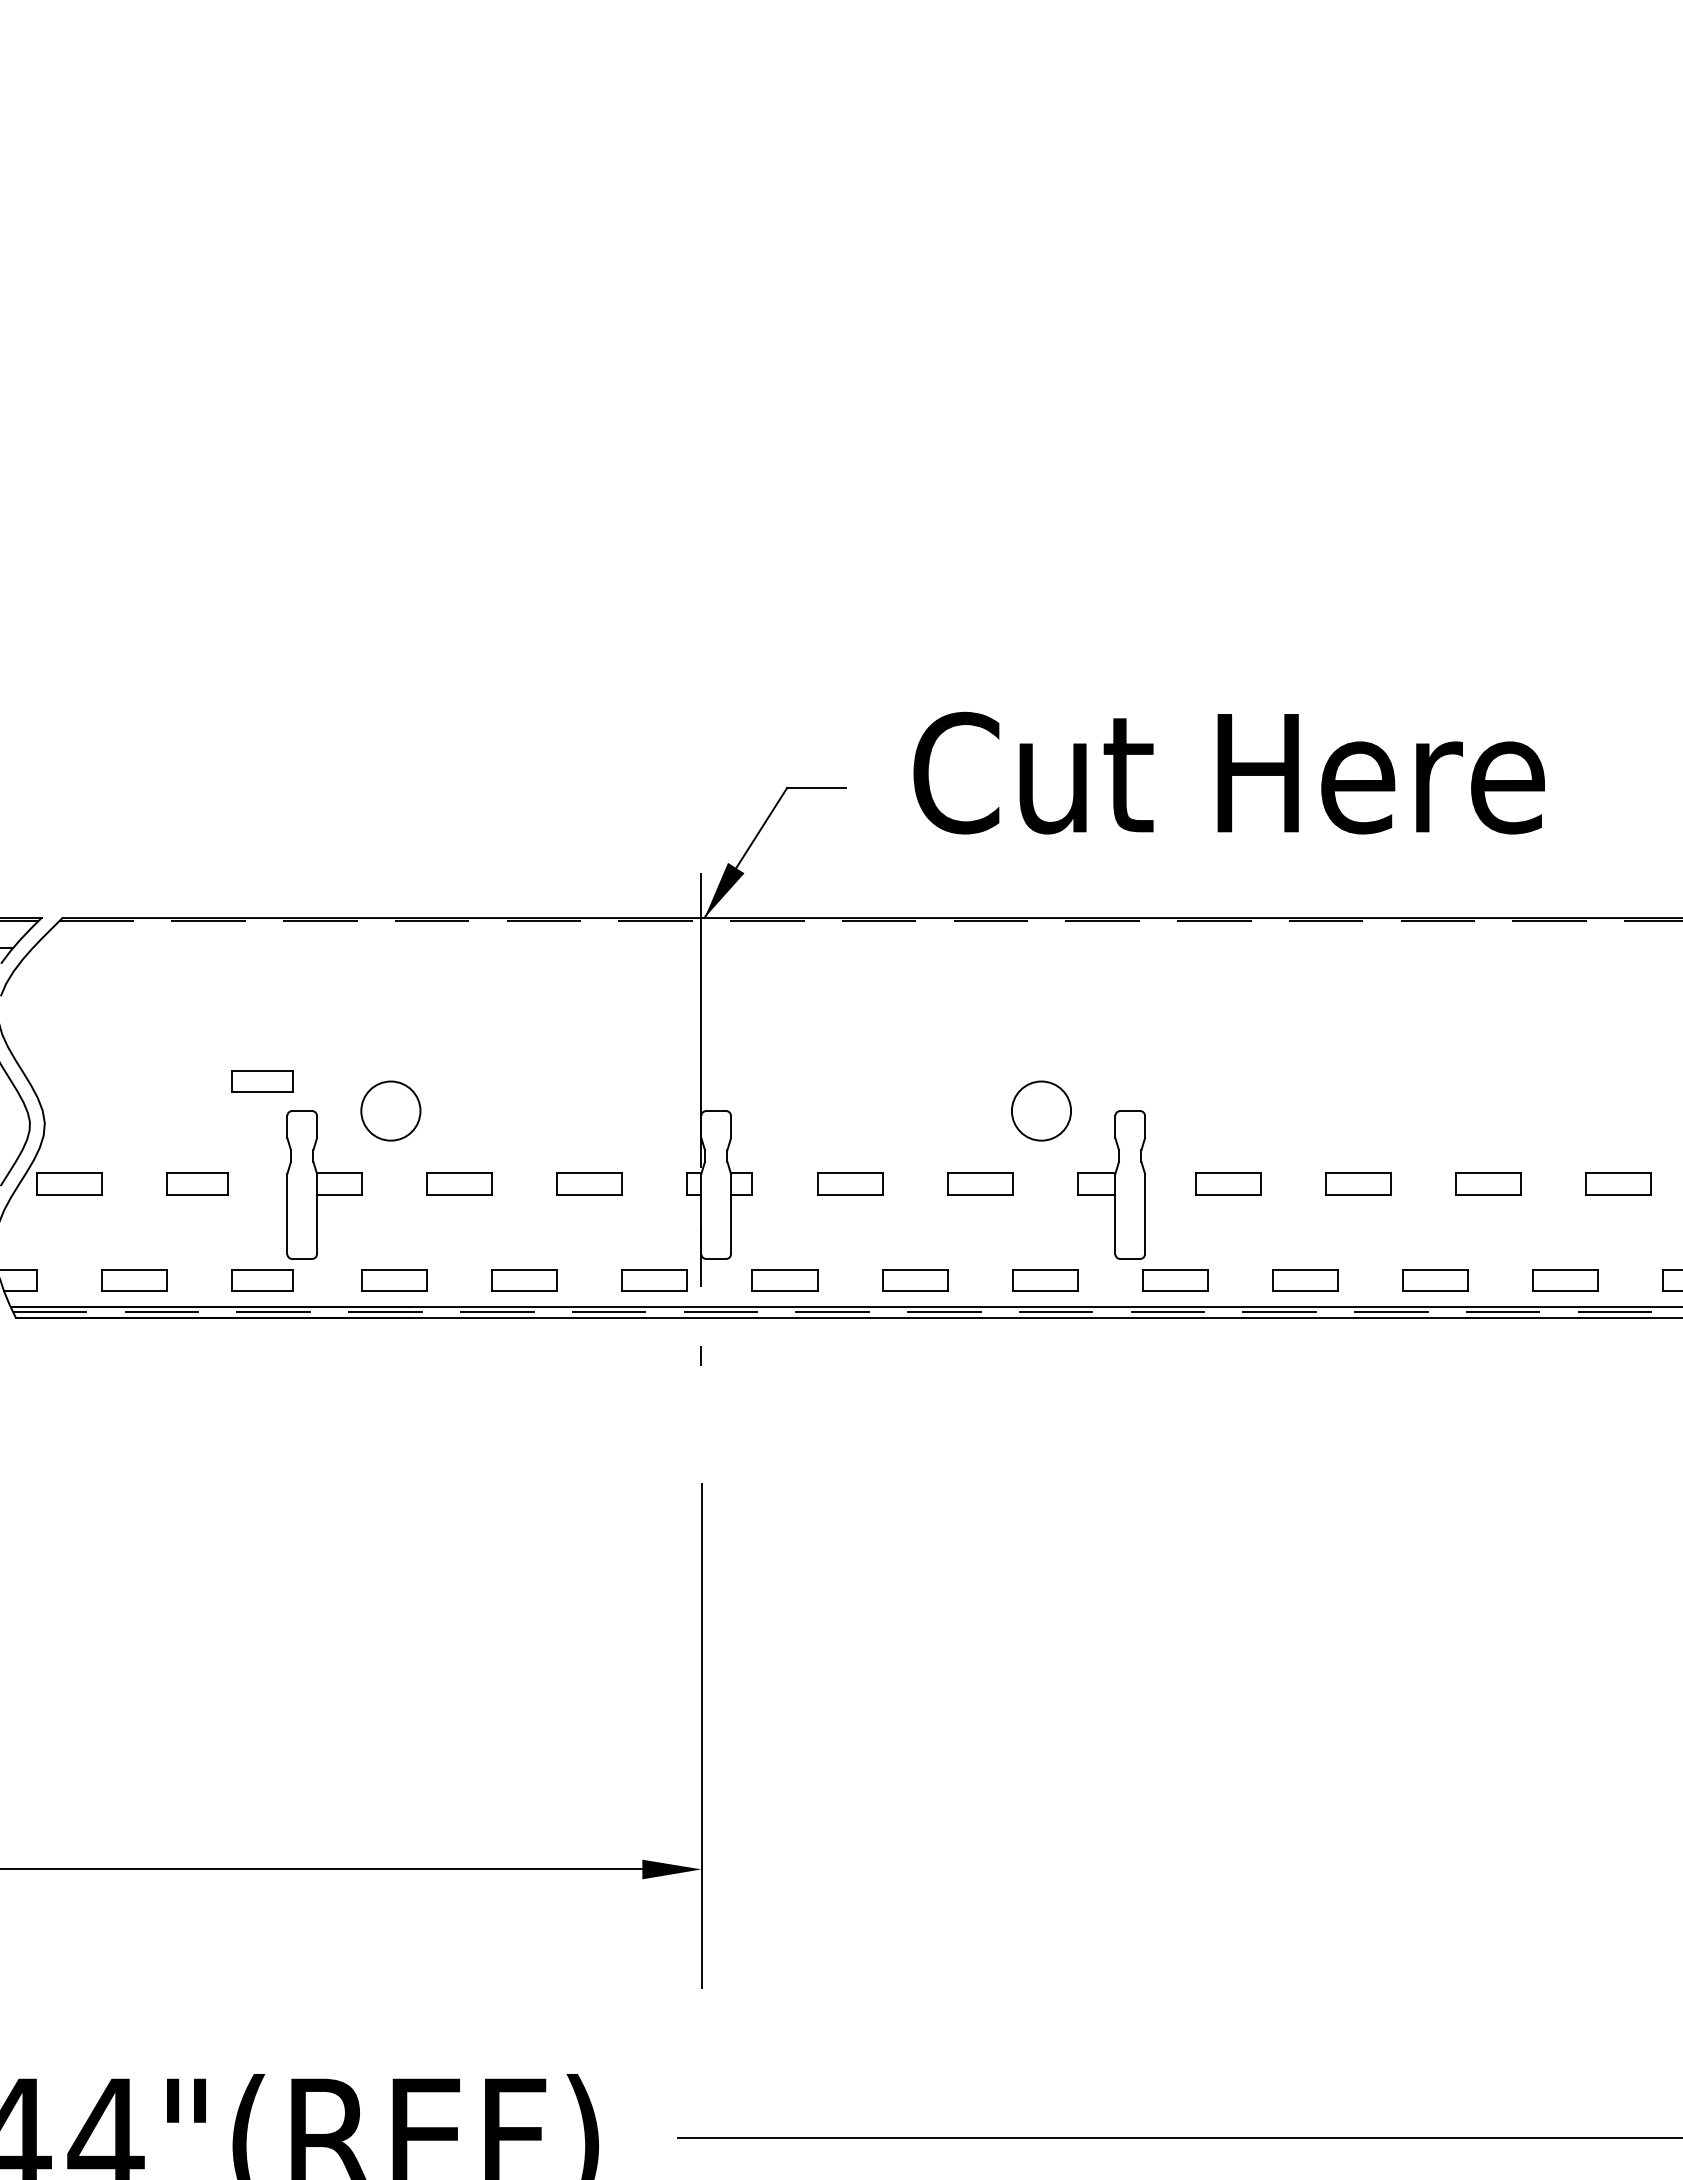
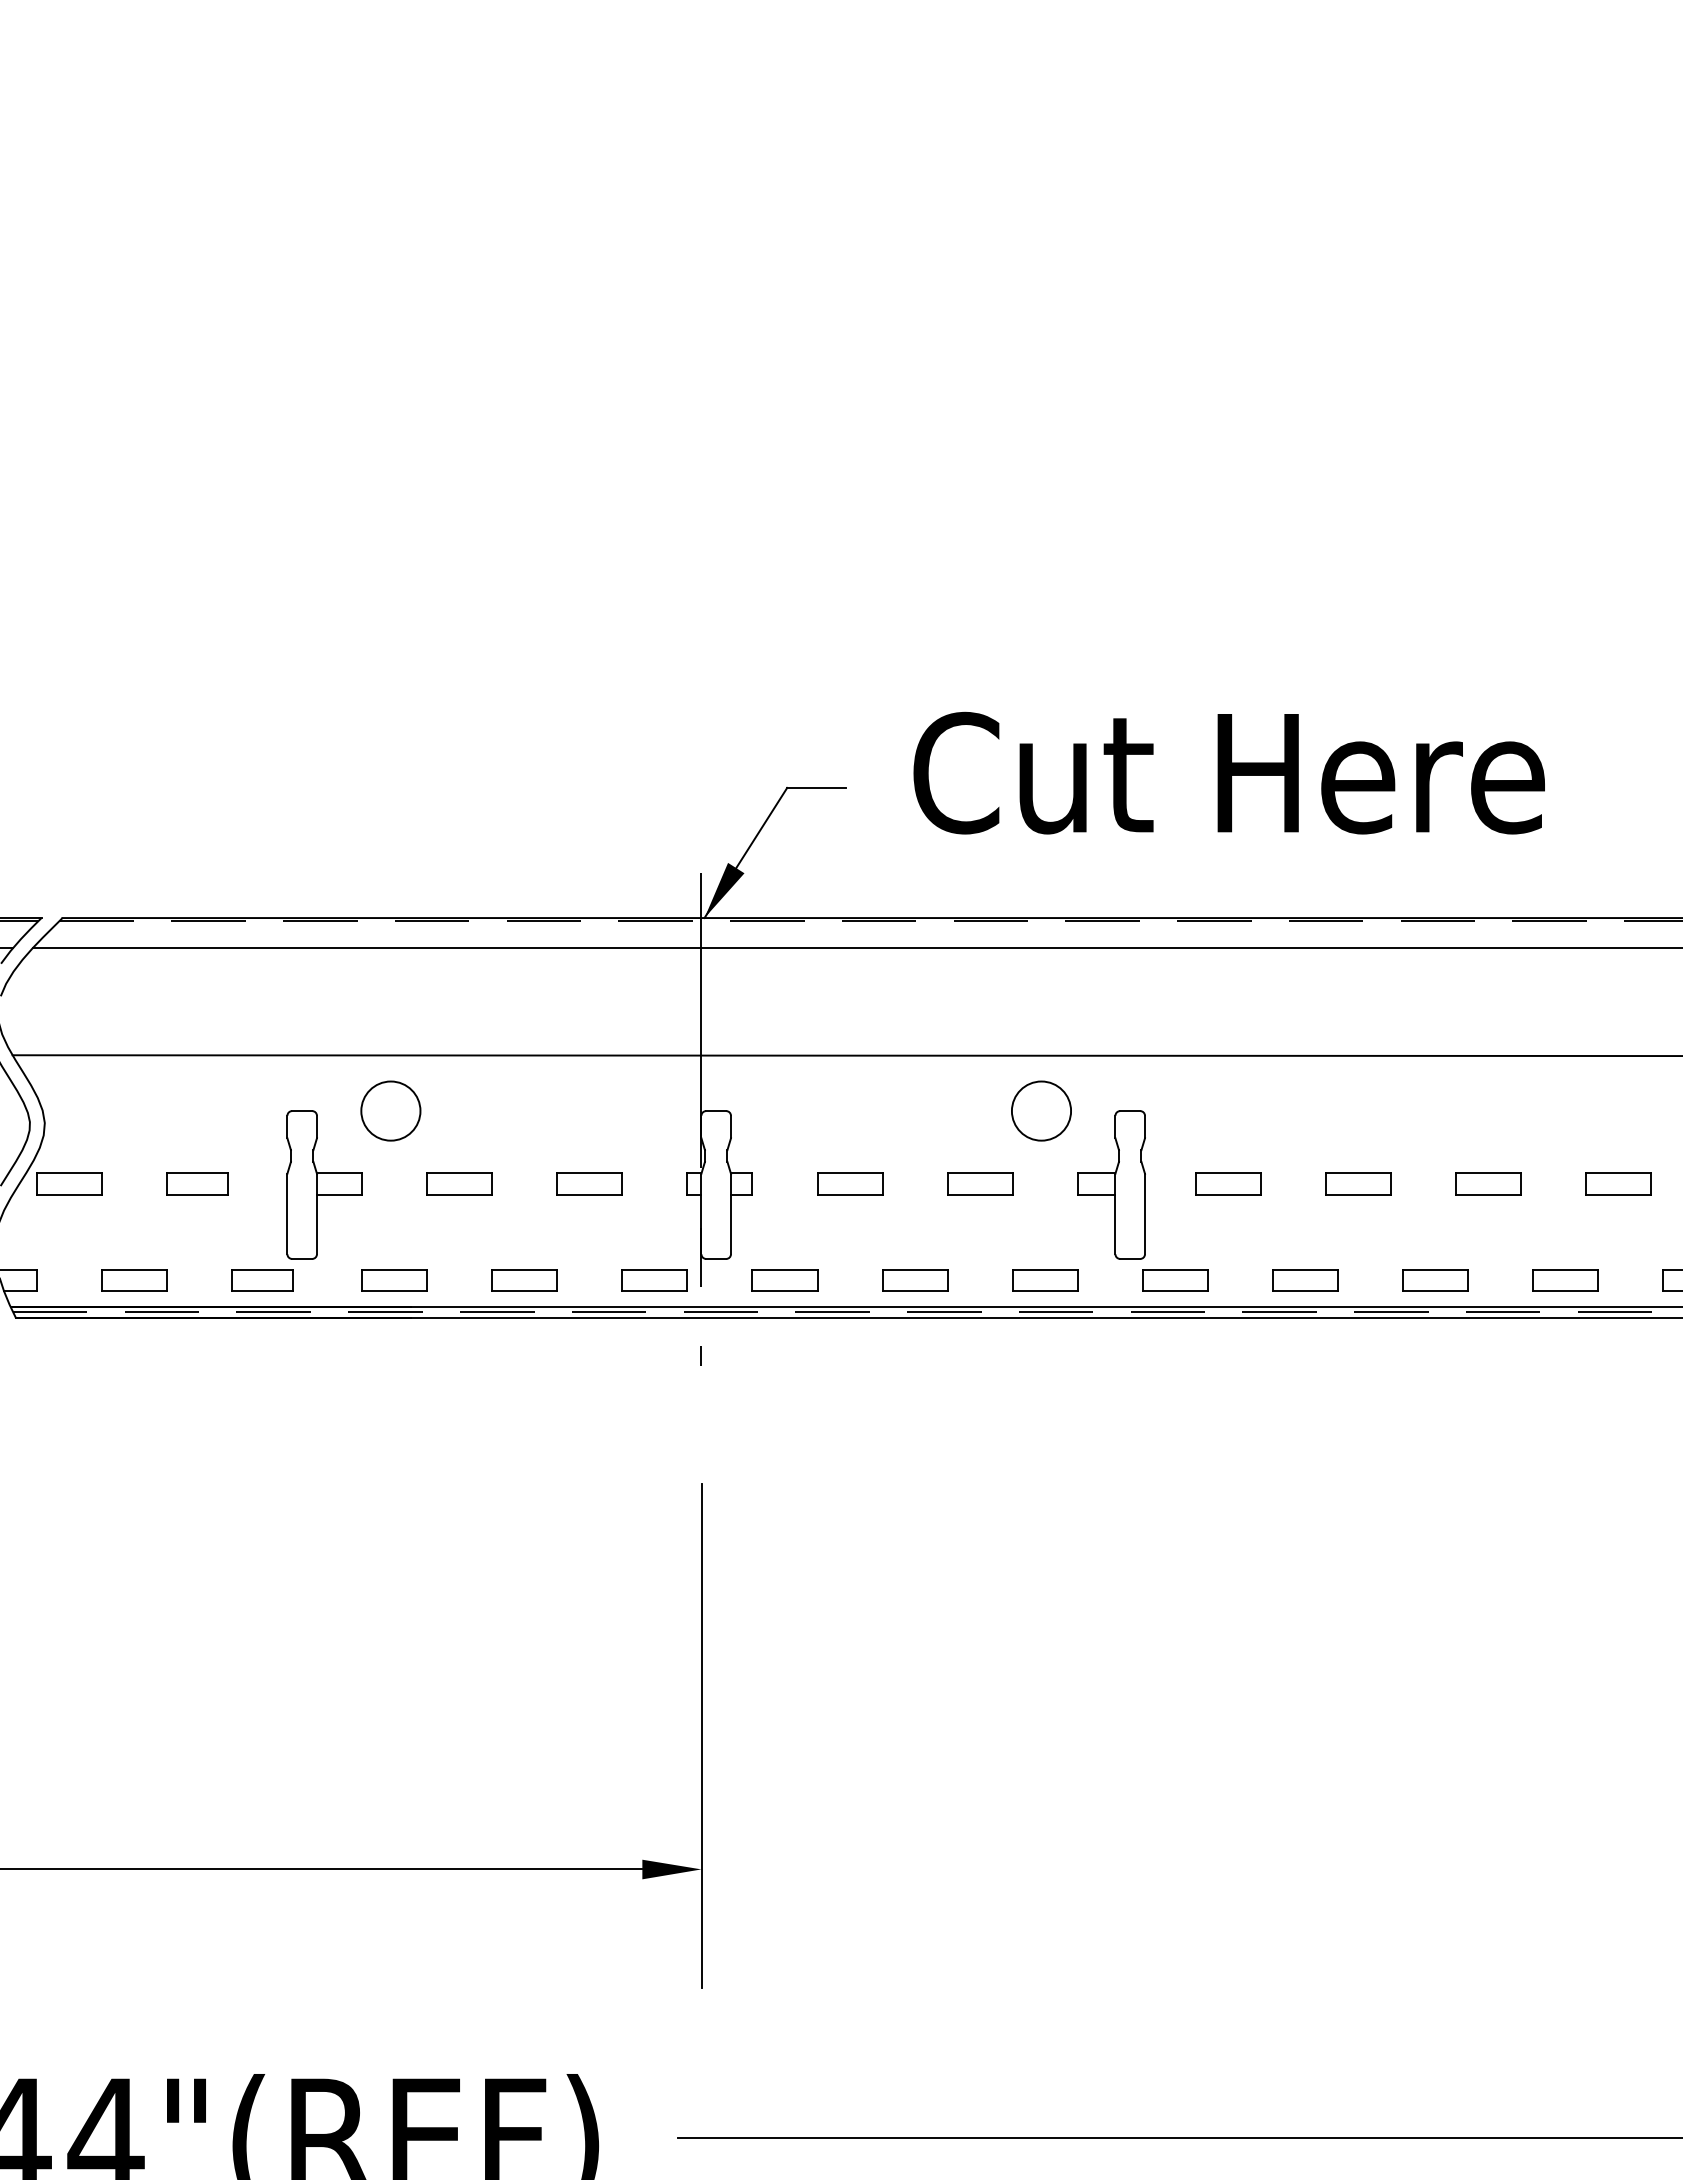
line at (856, 947): none -> present
line at (845, 1055): none -> present
part at (262, 1081): present -> none
